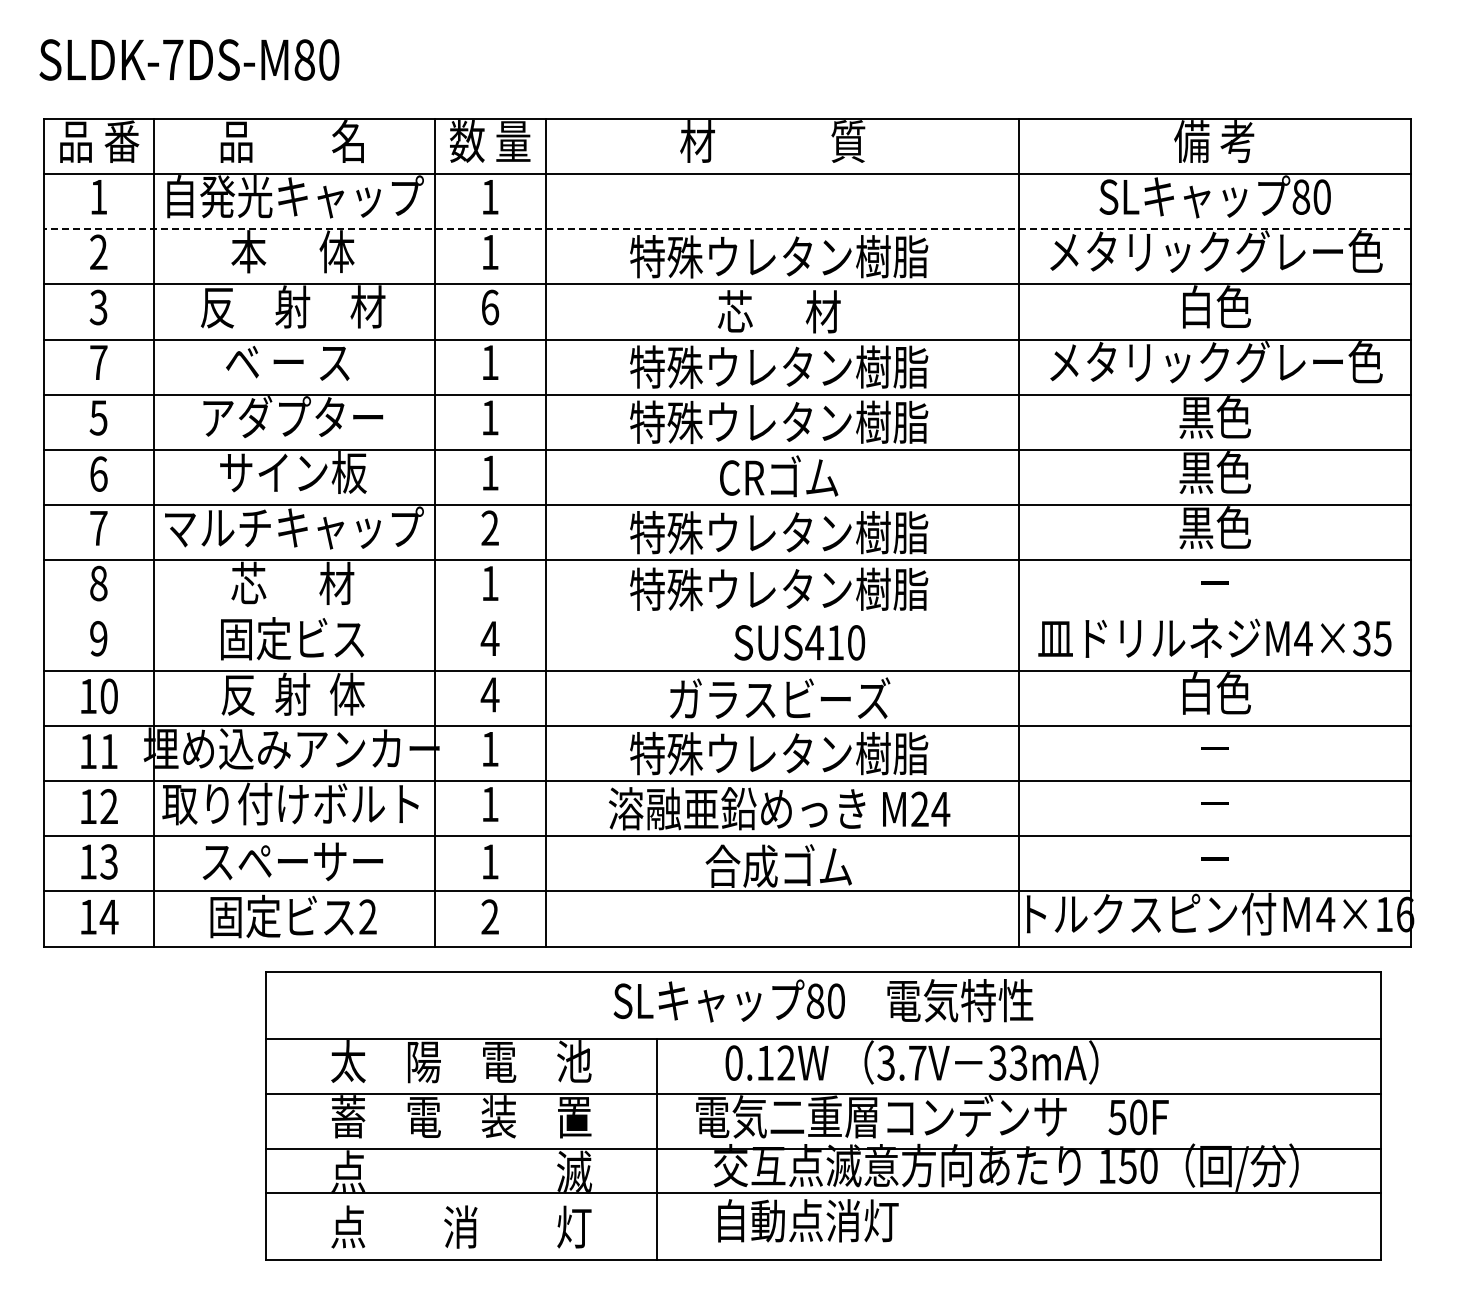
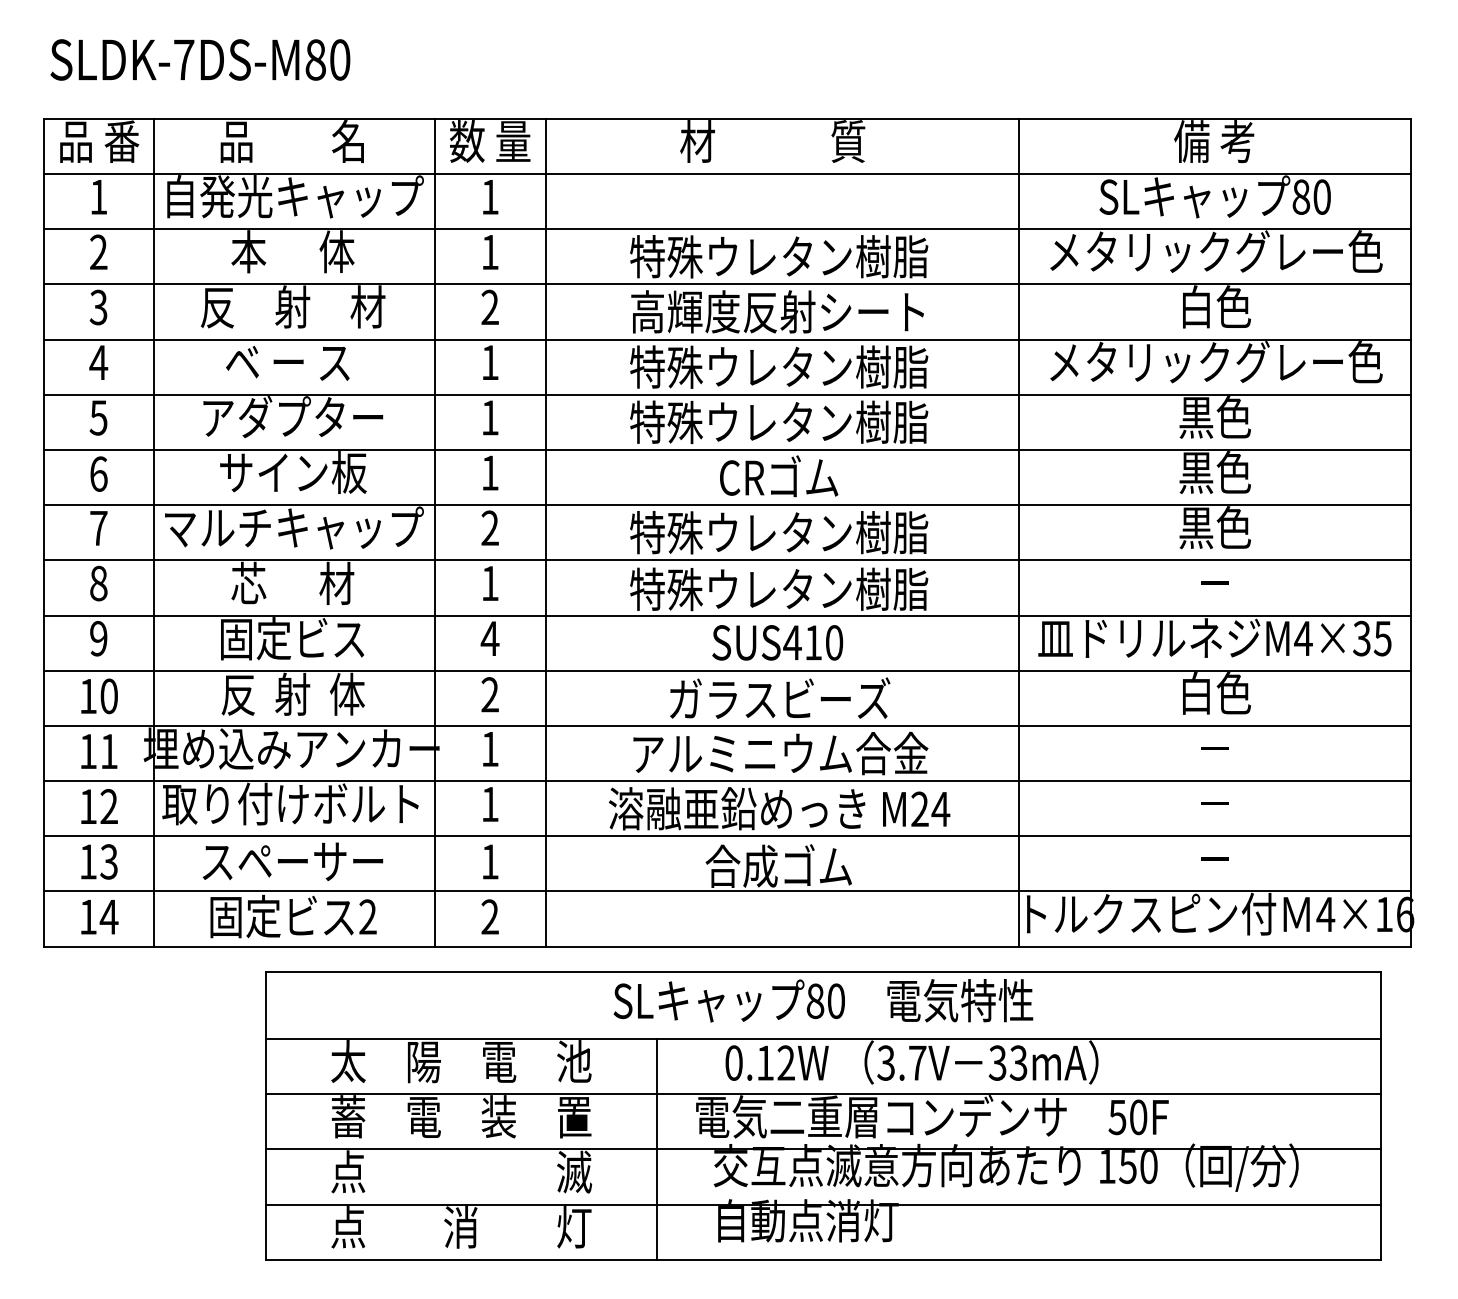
text at (189, 59) position: (189, 59) -> (200, 59)
line at (727, 229): dashed -> solid
text at (490, 307): 6 -> 2
text at (777, 311): 芯      材 -> 高輝度反射シート
text at (98, 362): 7 -> 4
line at (726, 615): none -> present
text at (799, 642) position: (799, 642) -> (777, 642)
text at (489, 694): 4 -> 2
text at (779, 753): 特殊ウレタン樹脂 -> アルミニウム合金
line at (823, 1192) position: (823, 1192) -> (823, 1204)
